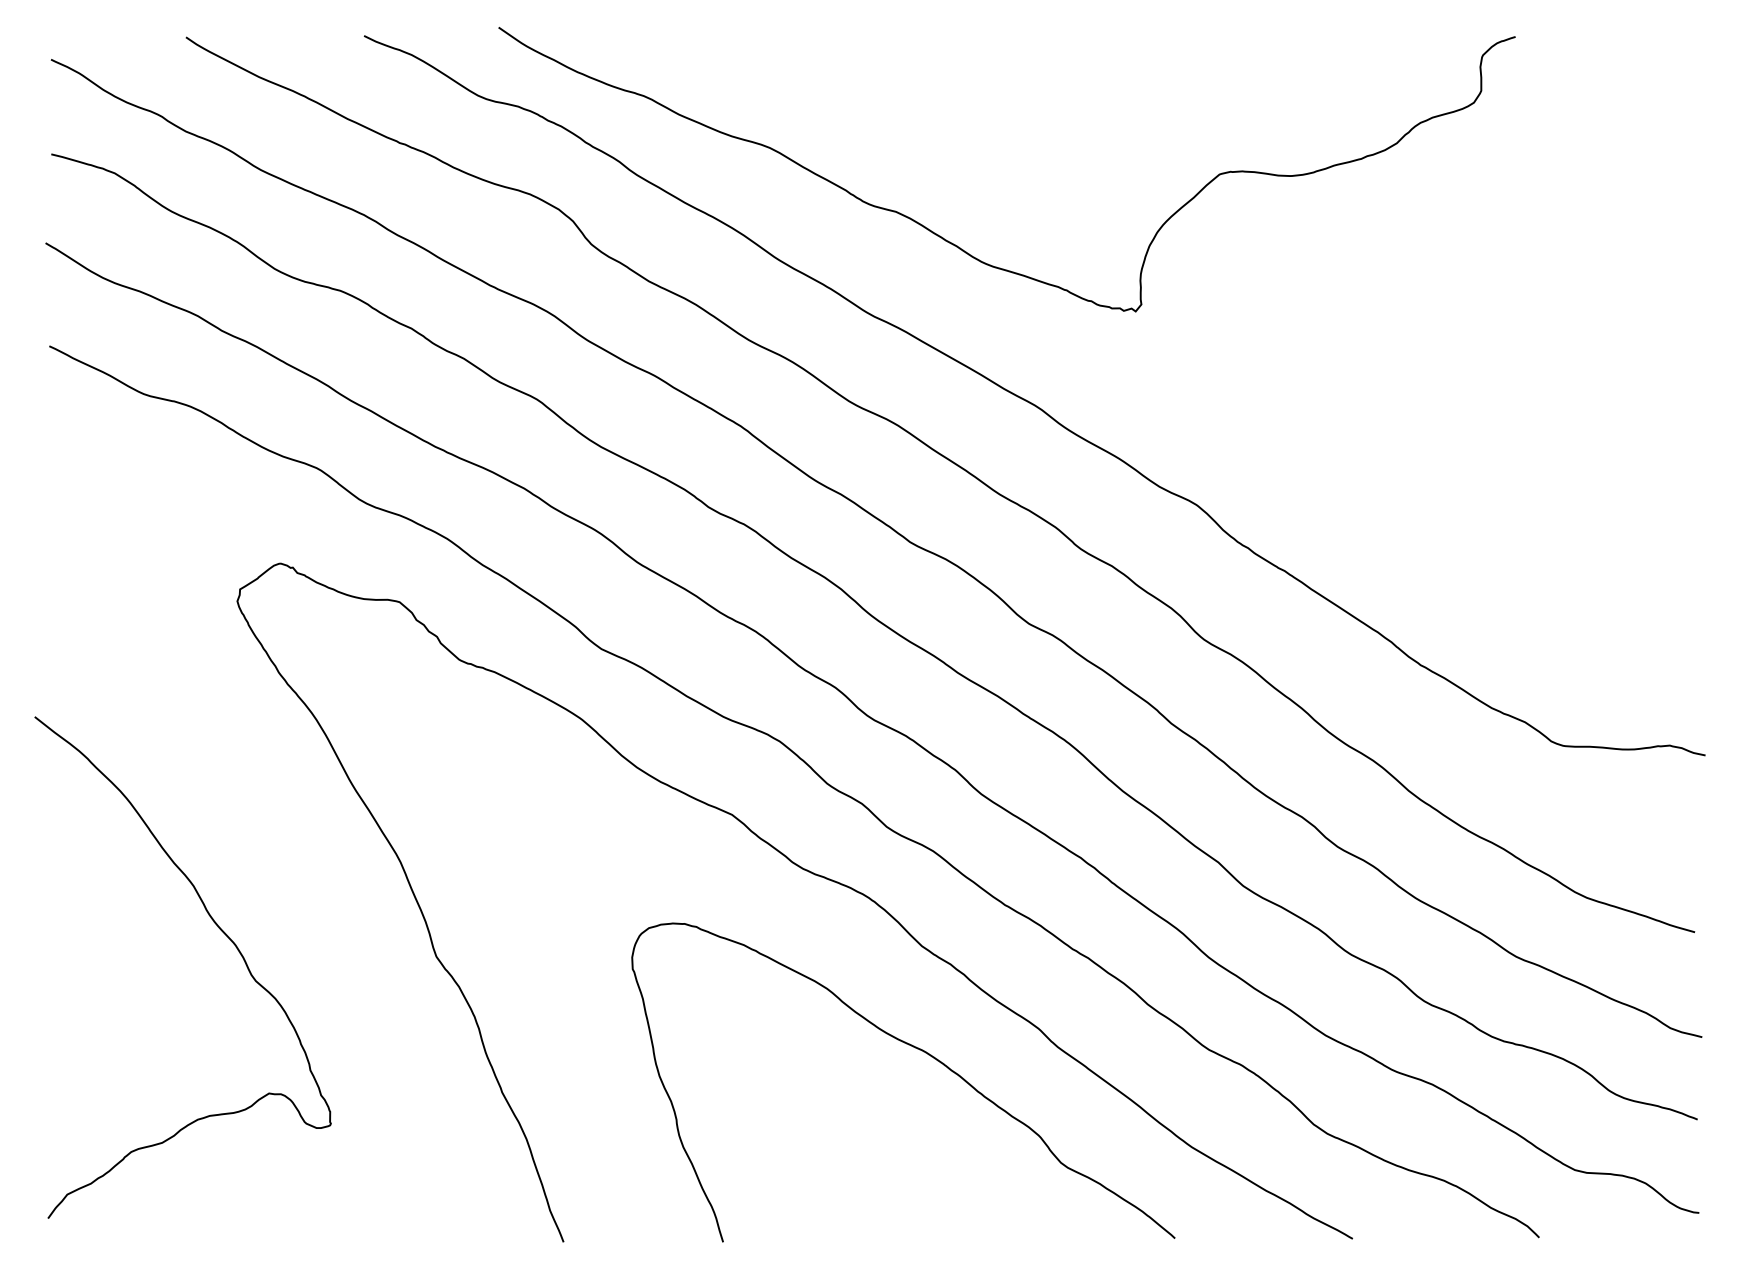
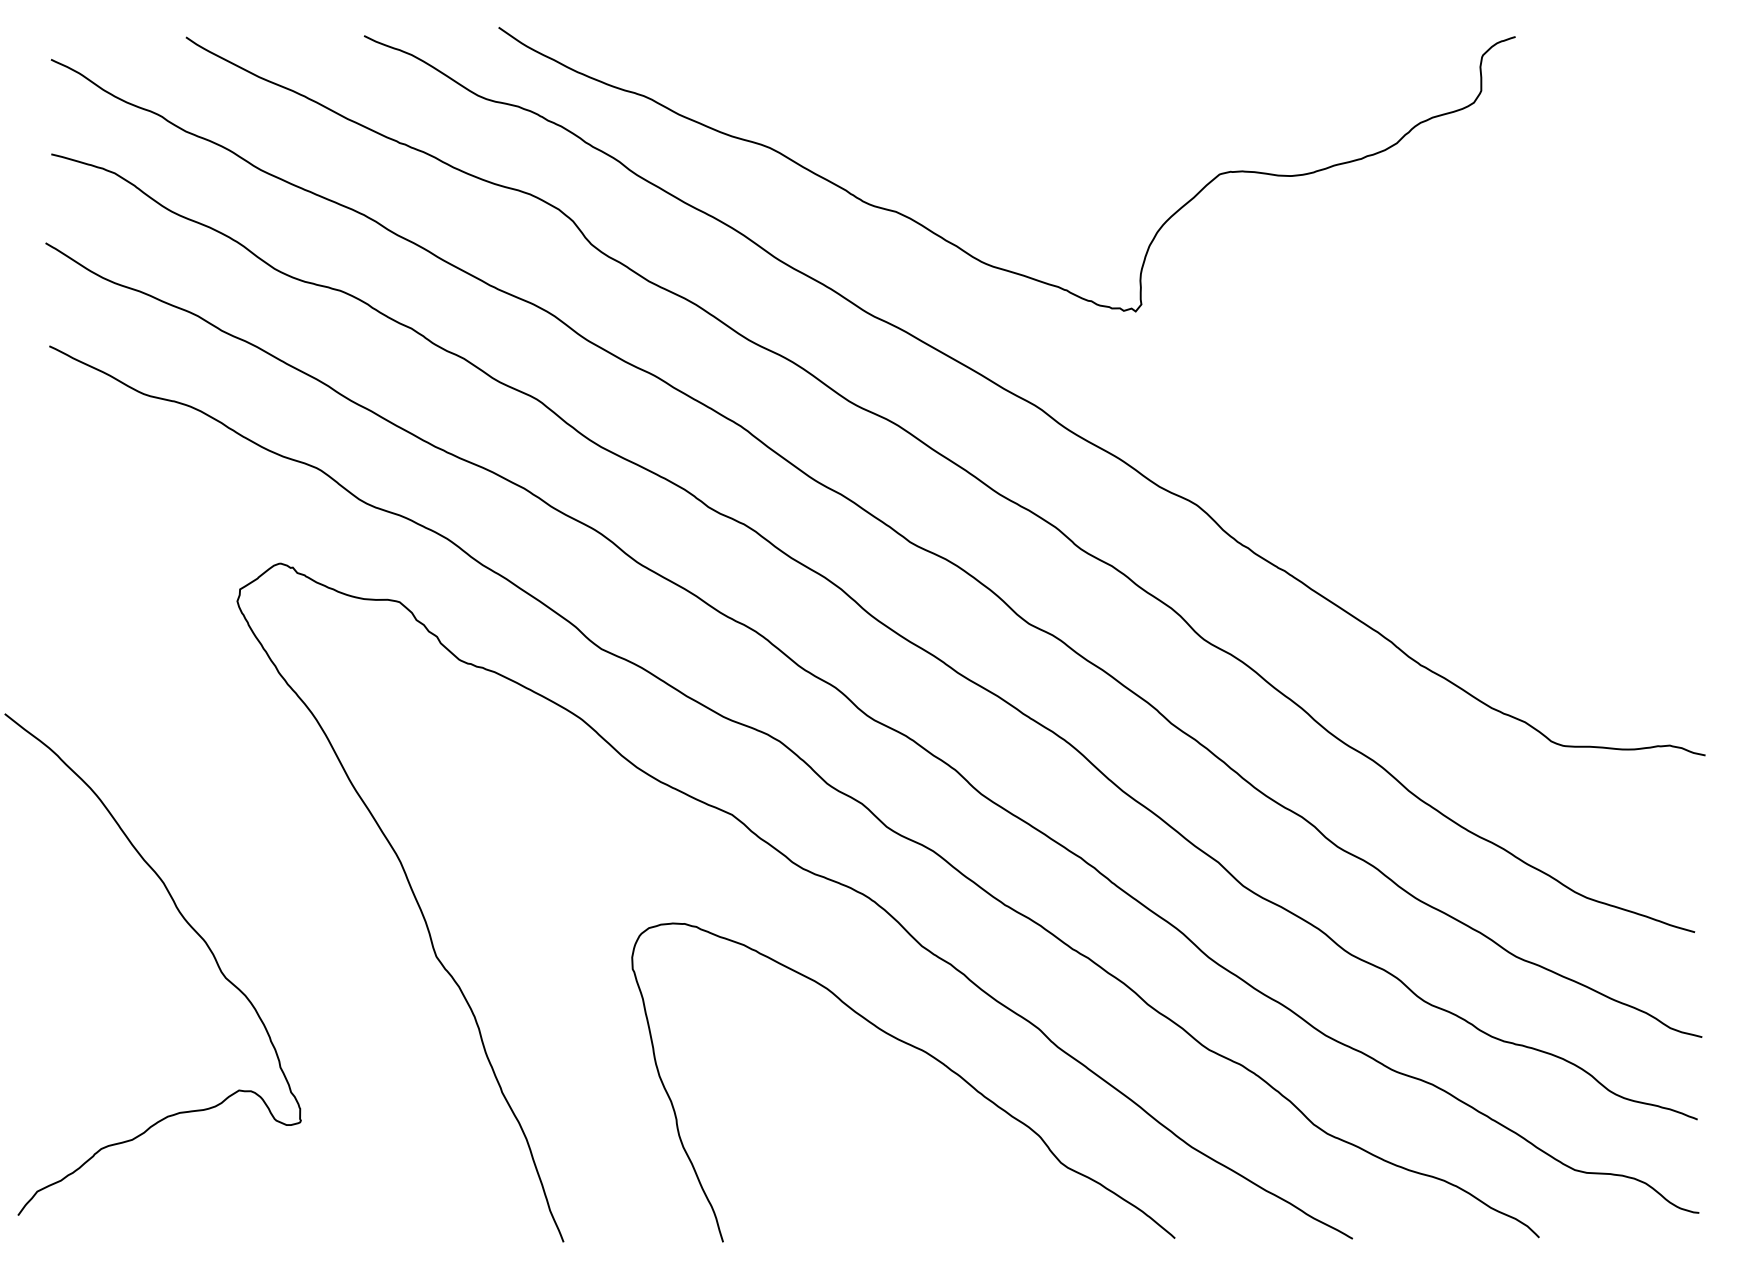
curve at (219, 929) position: (219, 929) -> (189, 926)
